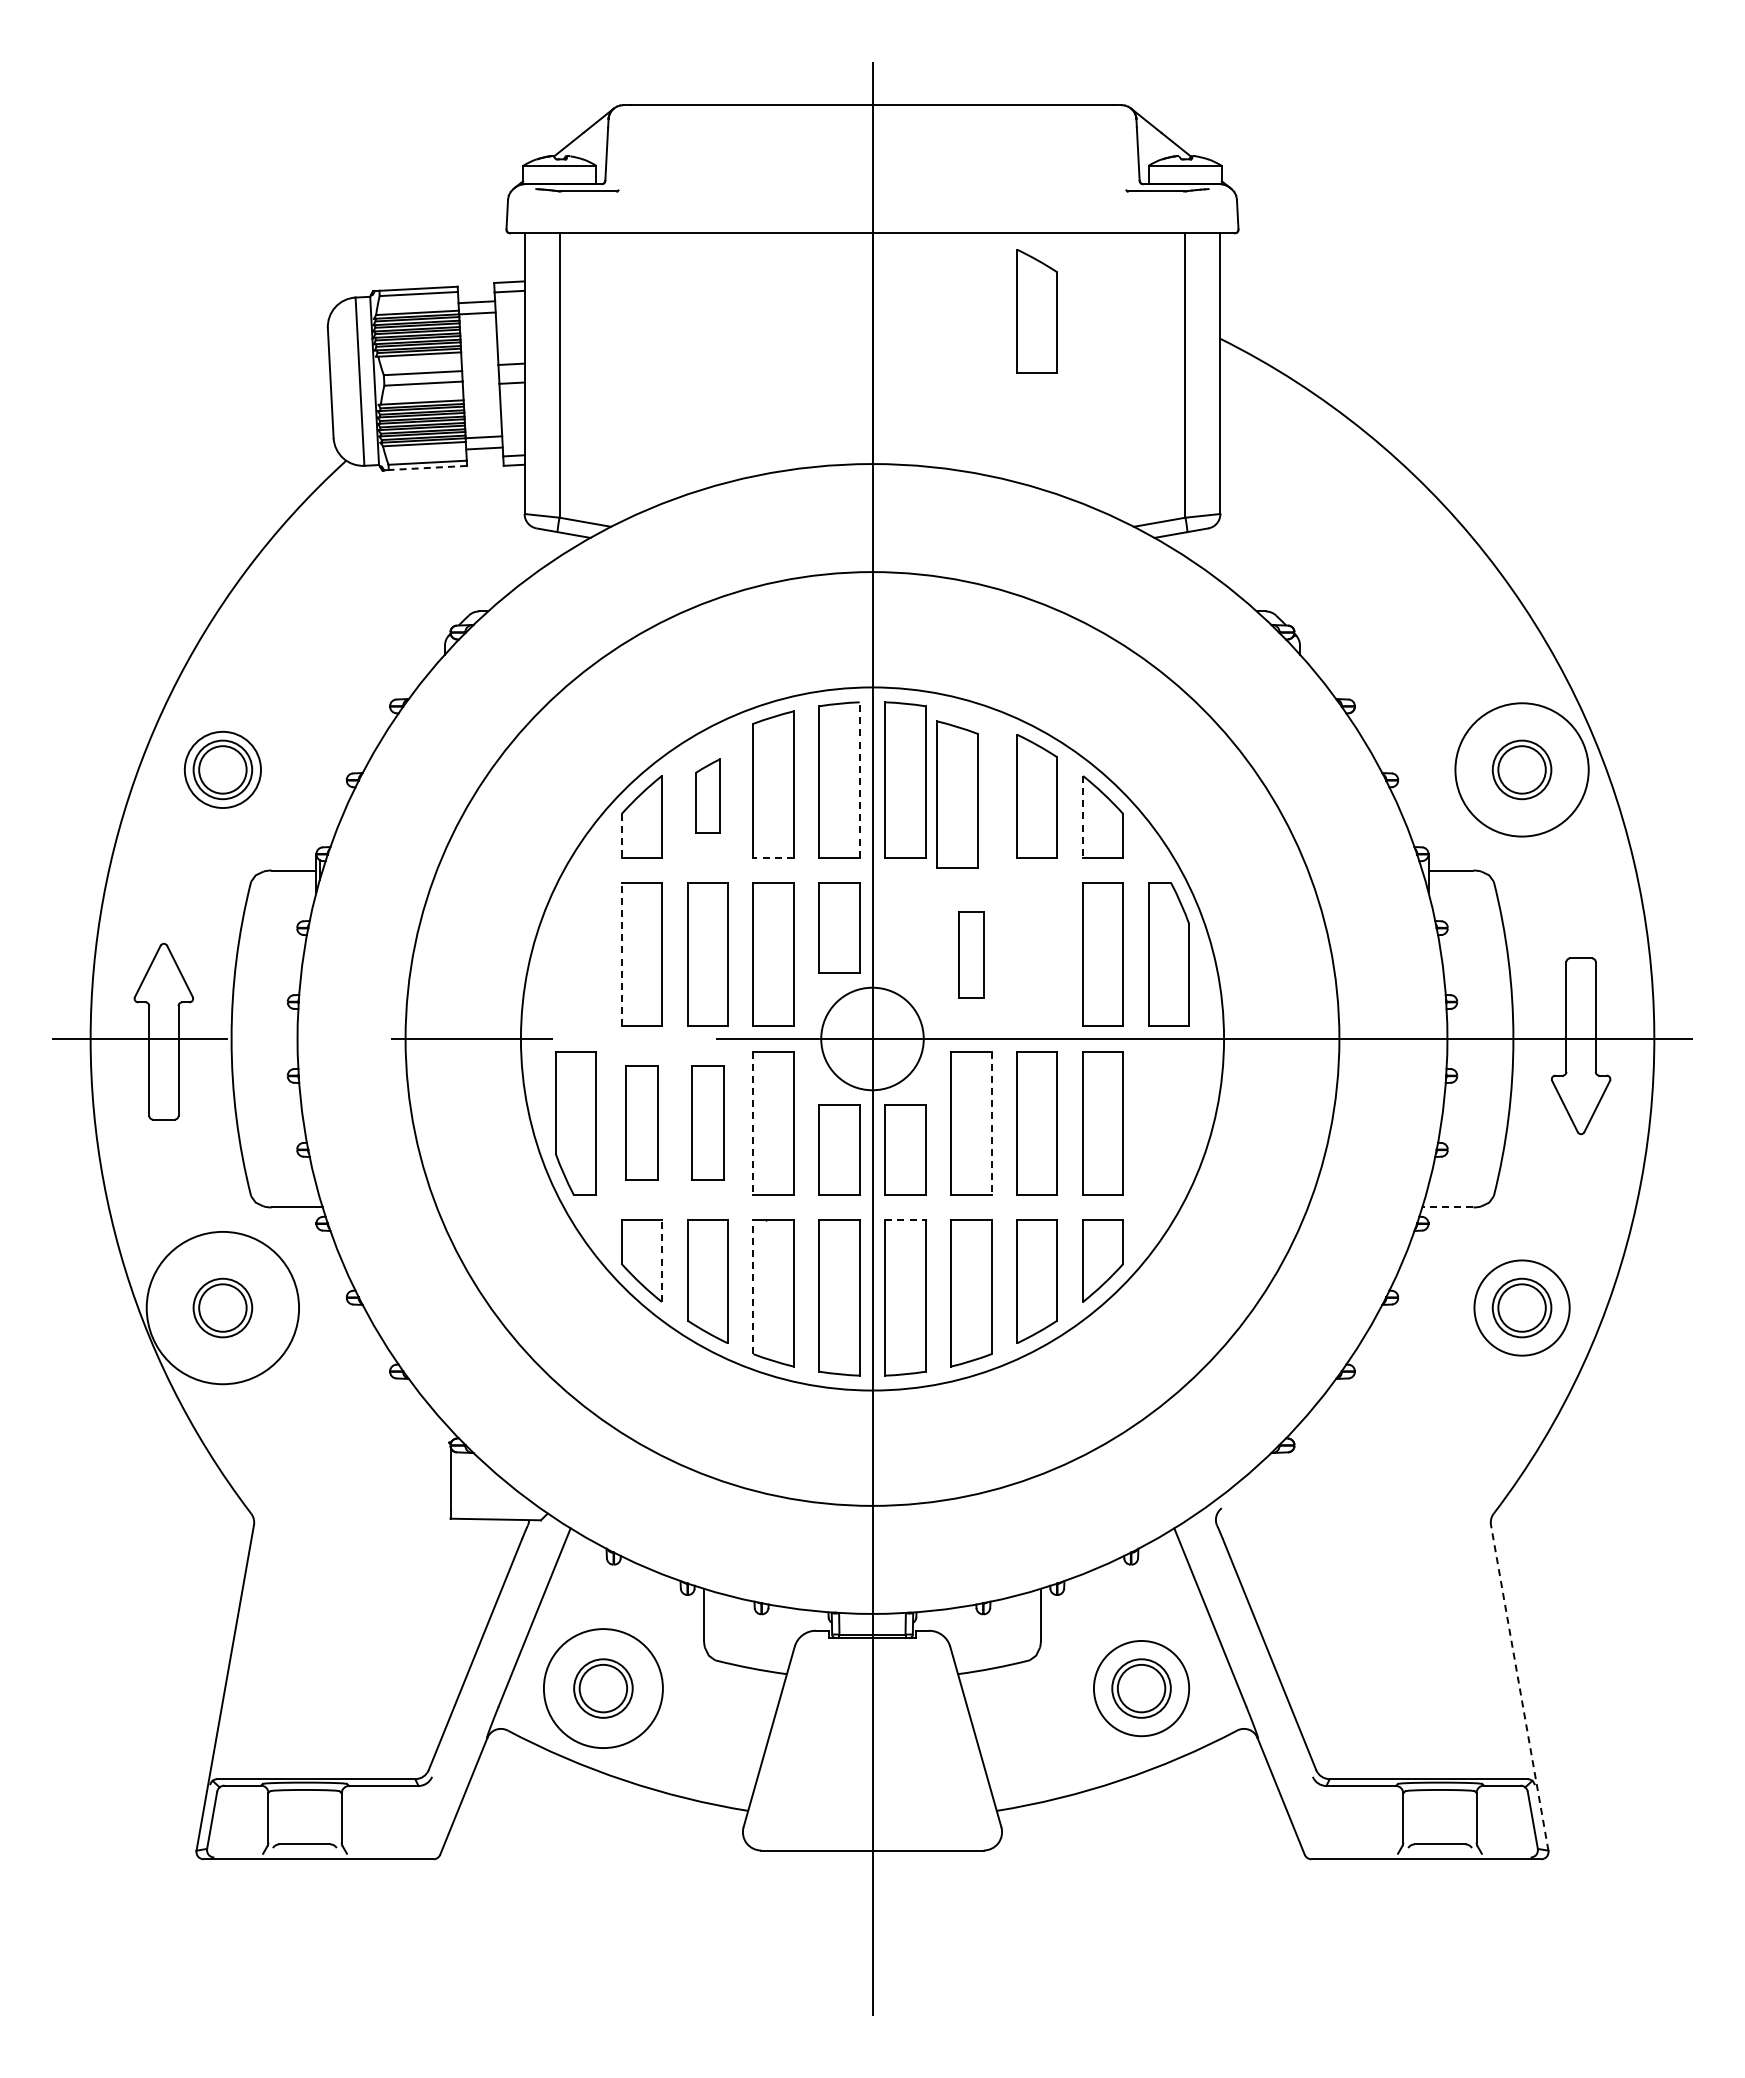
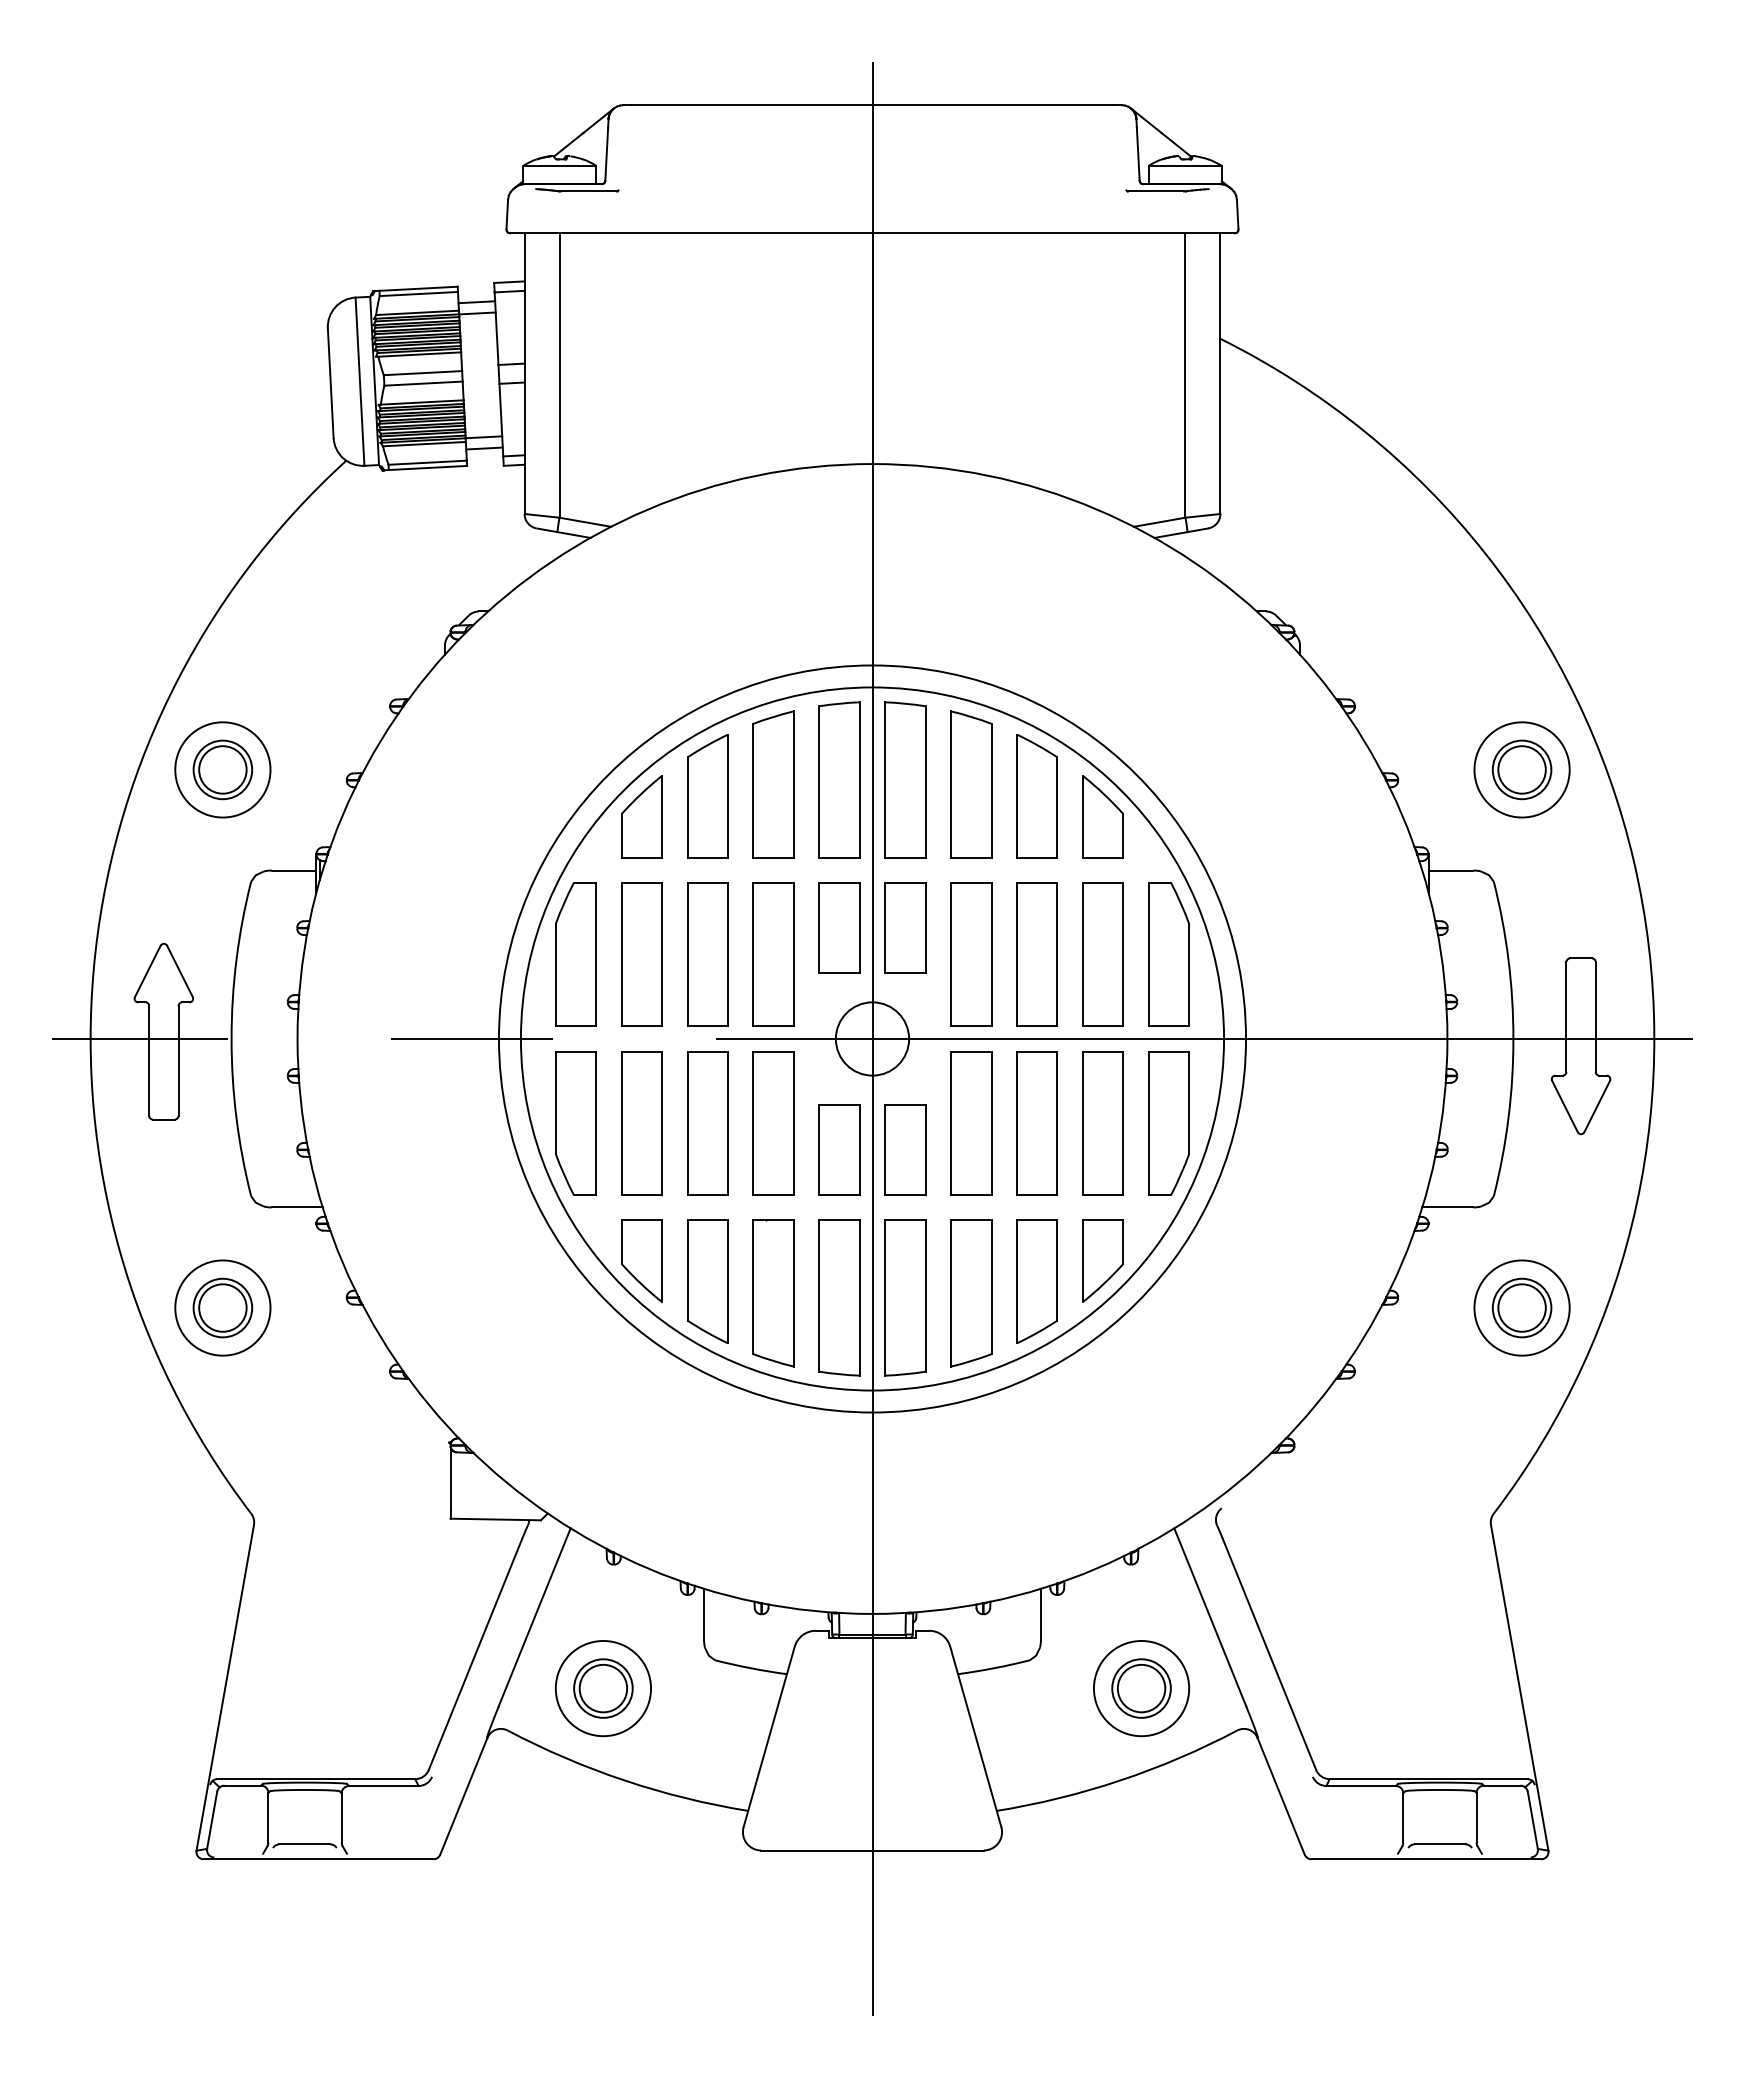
part at (1036, 311): present -> none
line at (427, 468): dashed -> solid
circle at (222, 769) diameter: 76 px -> 95 px
circle at (1521, 769) diameter: 133 px -> 95 px
line at (859, 780): dashed -> solid
part at (957, 794) position: (957, 794) -> (971, 784)
part at (707, 795) size: 26x76 px -> 42x125 px
line at (1083, 816): dashed -> solid
line at (621, 835): dashed -> solid
line at (773, 857): dashed -> solid
part at (905, 927): none -> present
part at (575, 954): none -> present
line at (621, 954): dashed -> solid
part at (971, 954) size: 27x88 px -> 43x145 px
part at (1036, 954): none -> present
circle at (872, 1038) diameter: 103 px -> 73 px
circle at (872, 1038) diameter: 934 px -> 747 px
part at (641, 1122) size: 34x116 px -> 42x145 px
part at (707, 1122) size: 34x116 px -> 42x145 px
line at (753, 1123): dashed -> solid
line at (991, 1123): dashed -> solid
part at (1168, 1123): none -> present
line at (1447, 1207): dashed -> solid
line at (905, 1220): dashed -> solid
line at (661, 1261): dashed -> solid
line at (753, 1287): dashed -> solid
circle at (222, 1307) diameter: 152 px -> 95 px
line at (1519, 1687): dashed -> solid
circle at (602, 1688) diameter: 119 px -> 95 px
